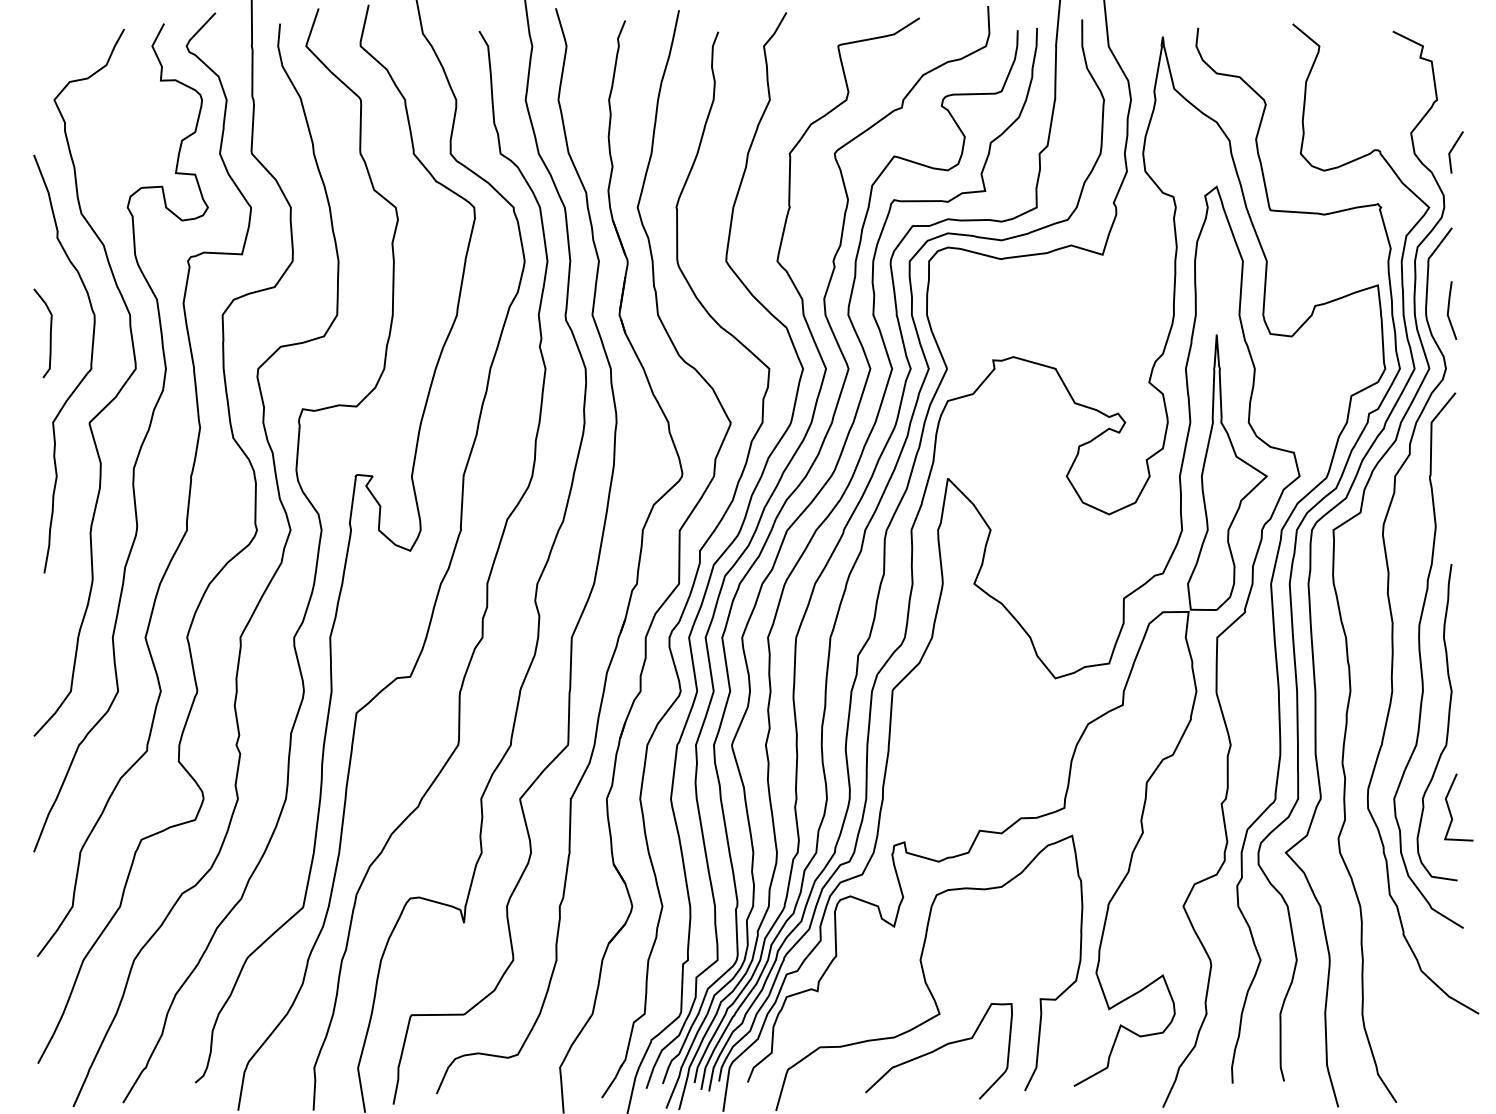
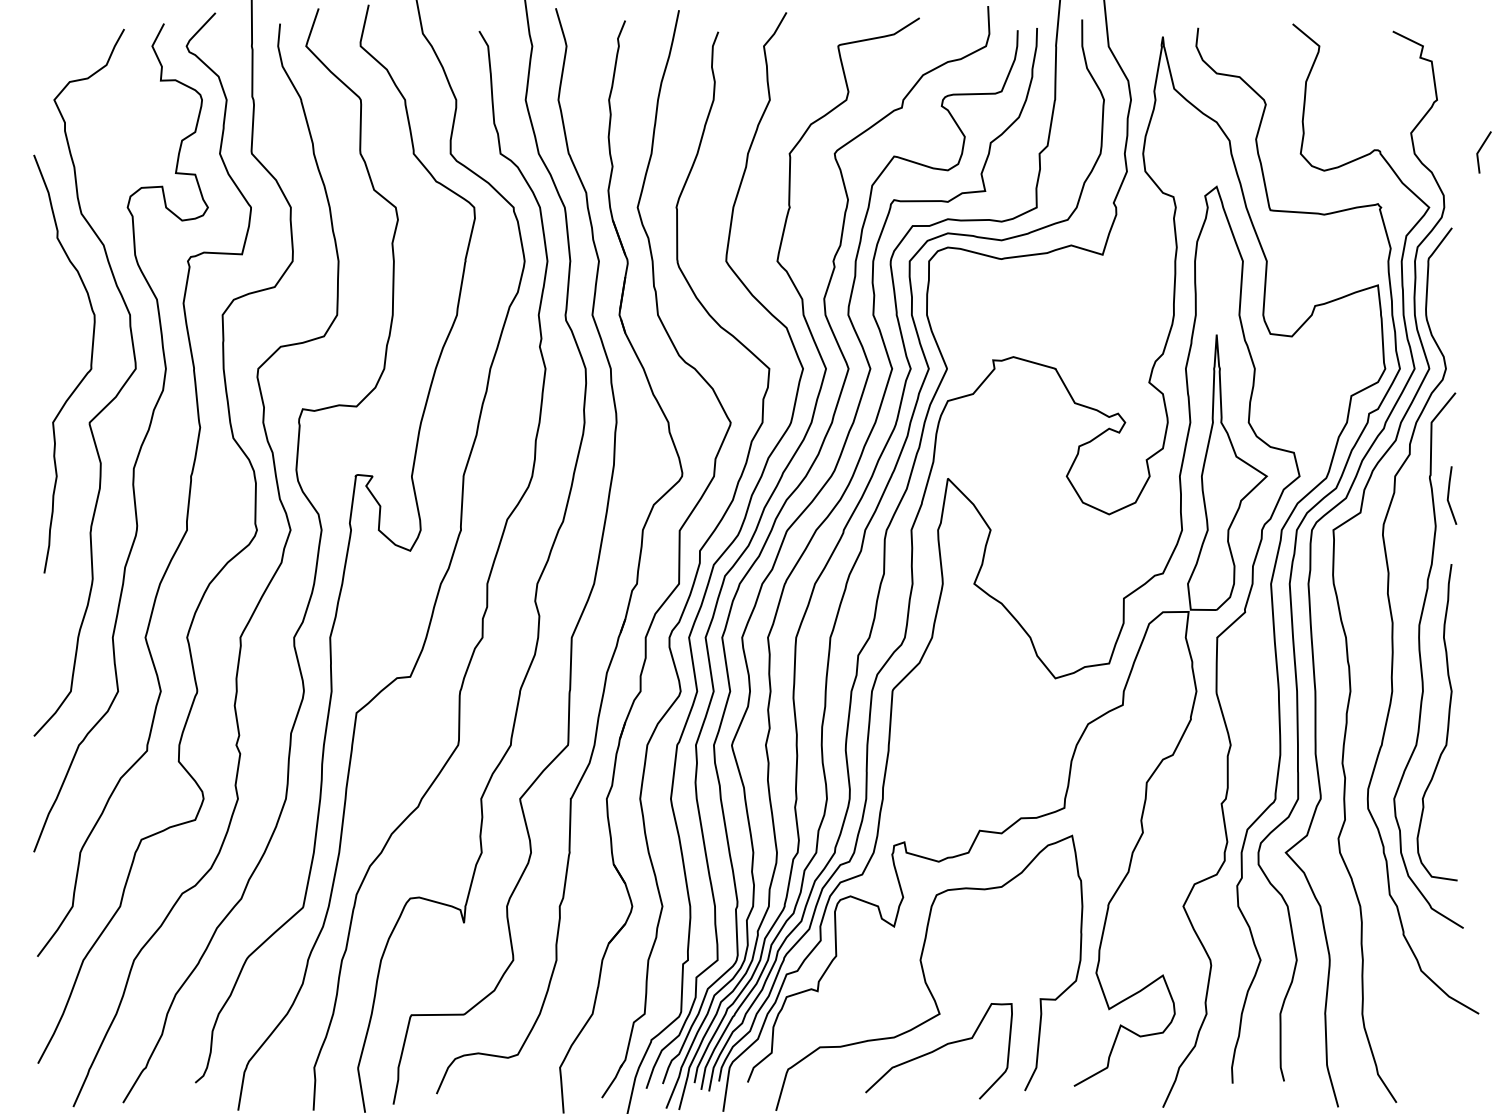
line at (1452, 150) position: (1452, 150) -> (1480, 150)
line at (1449, 310) position: (1449, 310) -> (1449, 495)
curve at (49, 334): present -> none
line at (1450, 809): present -> none
